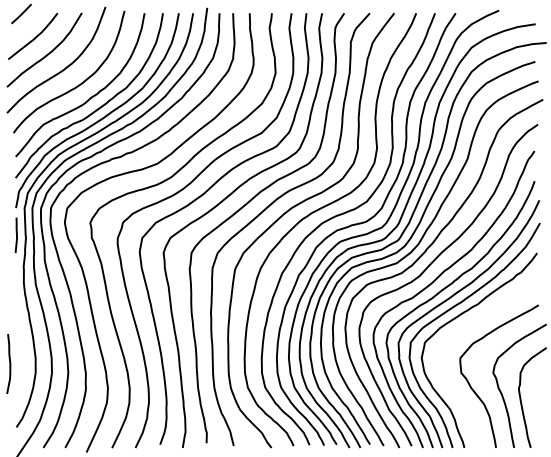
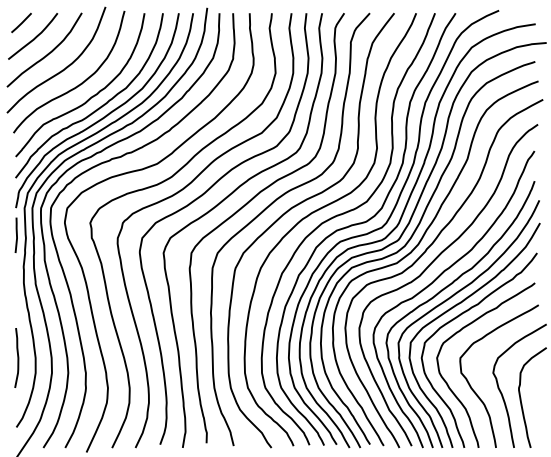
line at (21, 13) position: (21, 13) -> (21, 22)
curve at (459, 332): none -> present
curve at (9, 363) position: (9, 363) -> (17, 357)
